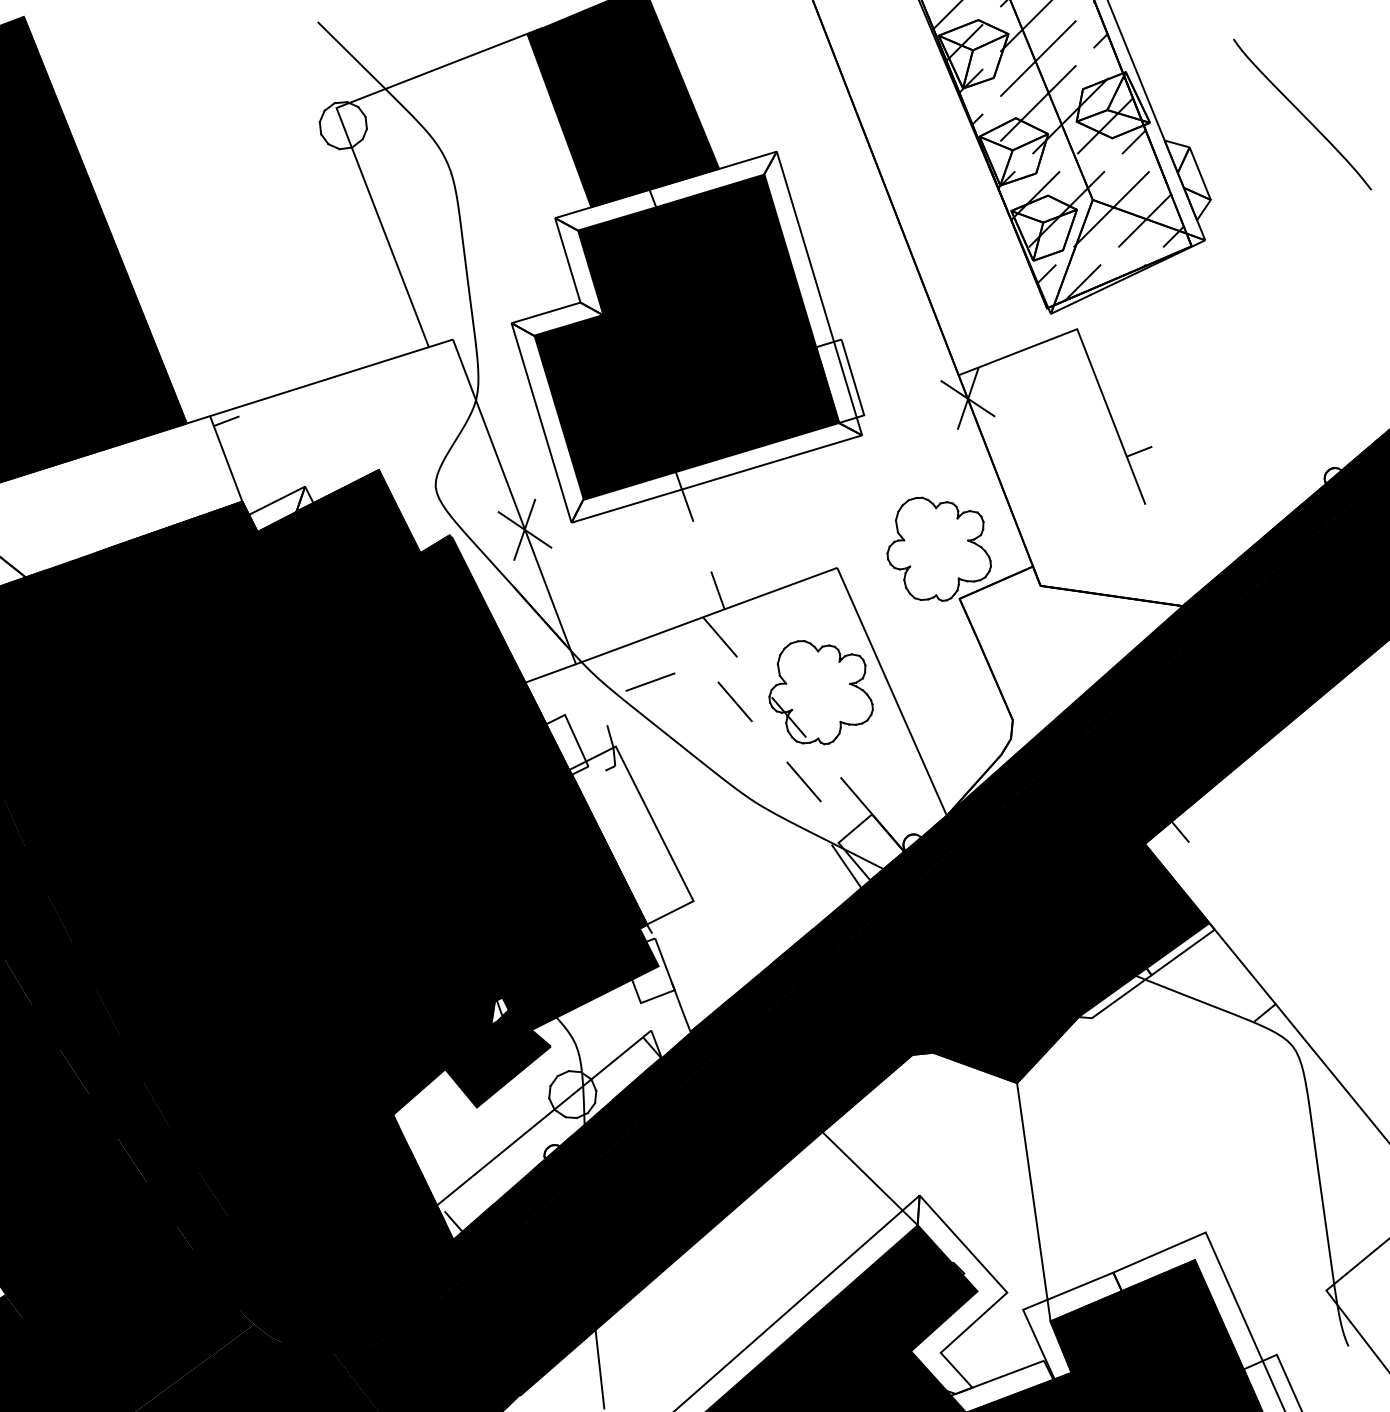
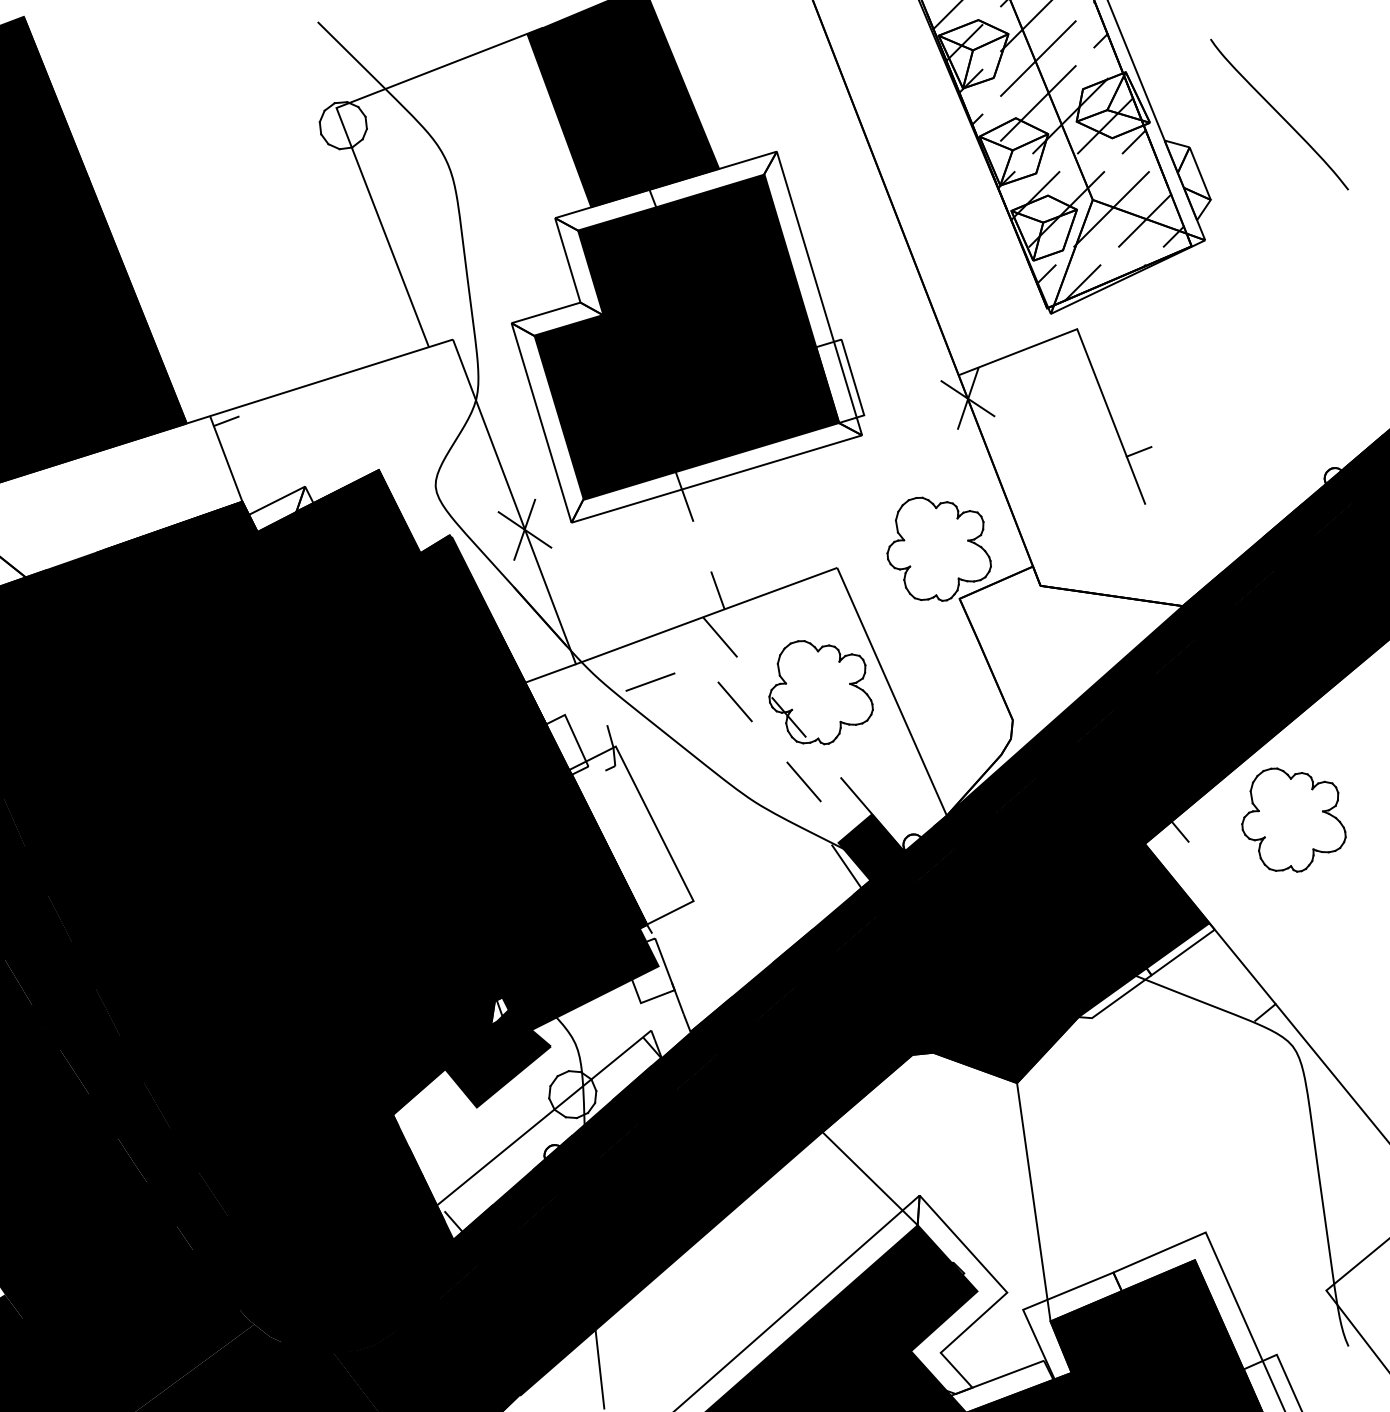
curve at (1302, 114) position: (1302, 114) -> (1279, 114)
part at (1293, 819): none -> present
fill at (871, 847): none -> present
